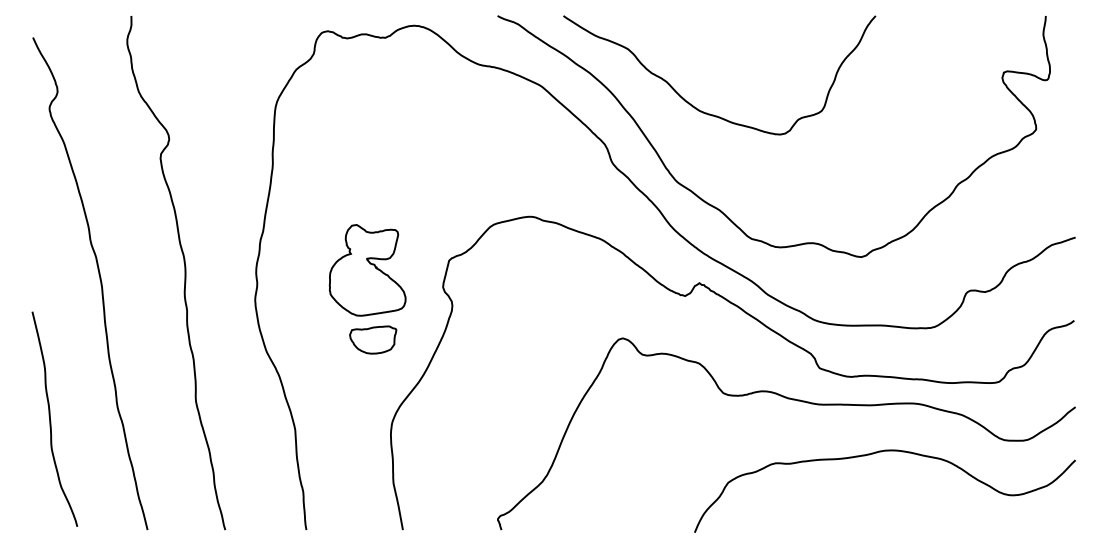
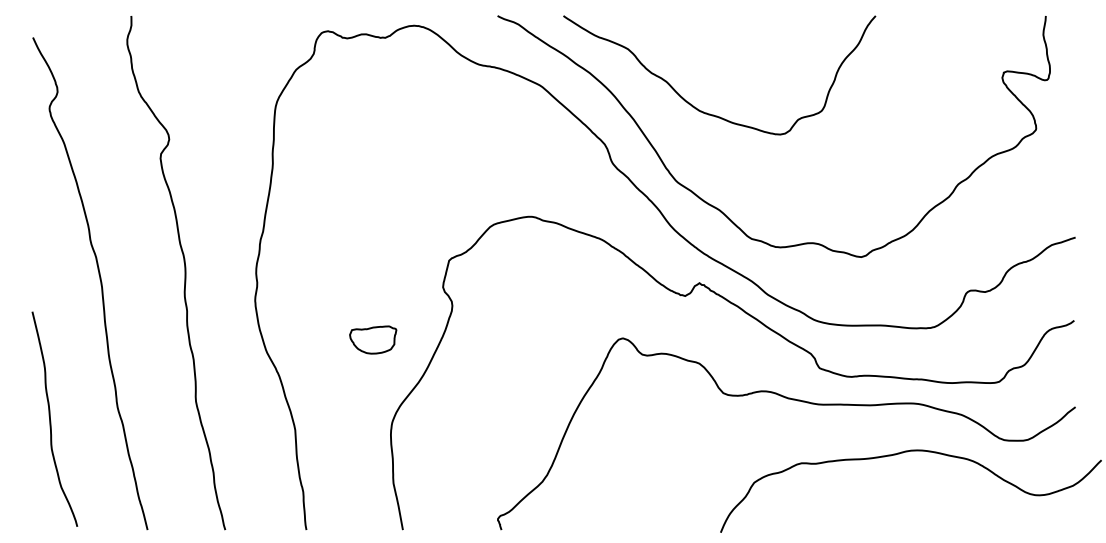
part at (367, 270): present -> none
curve at (873, 454) position: (873, 454) -> (899, 454)
